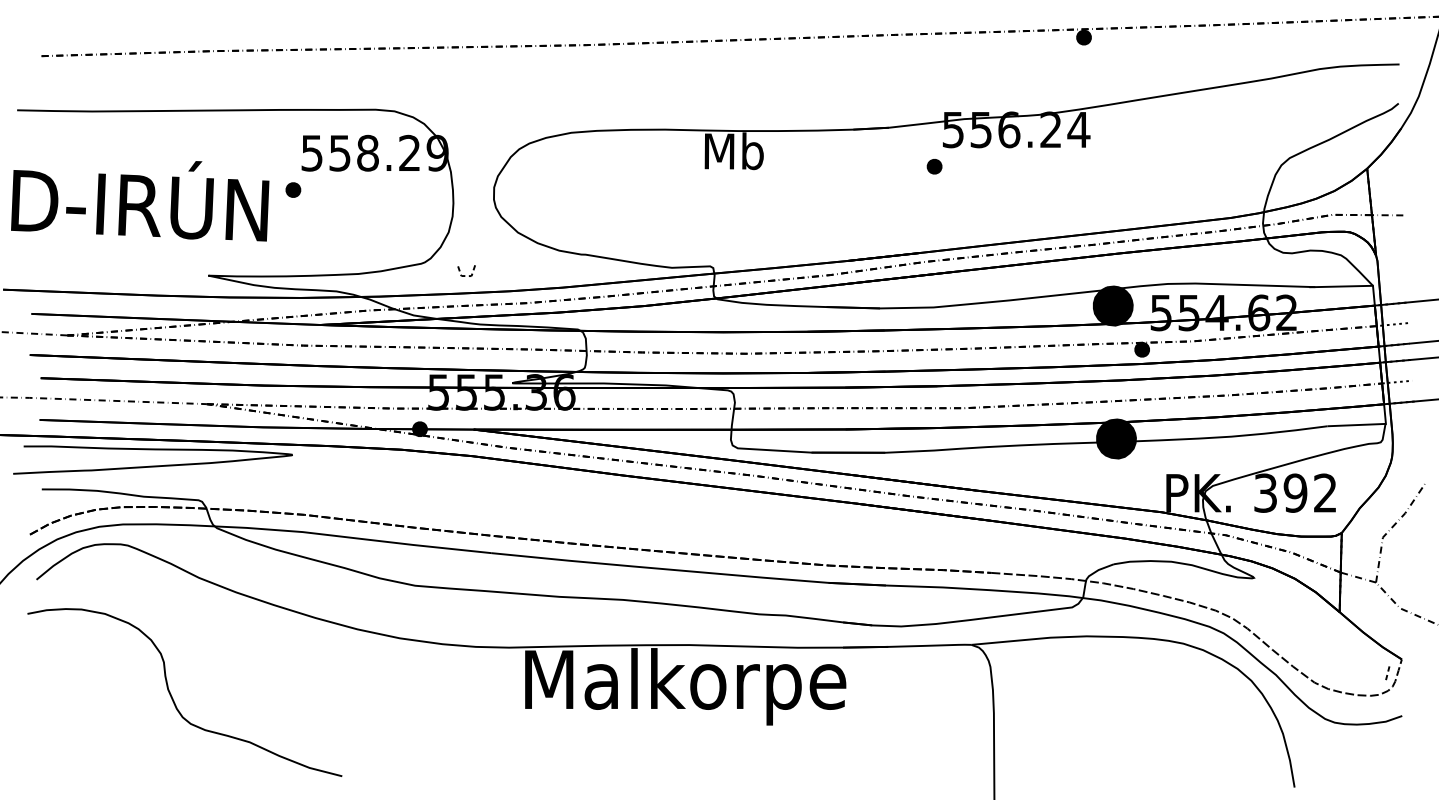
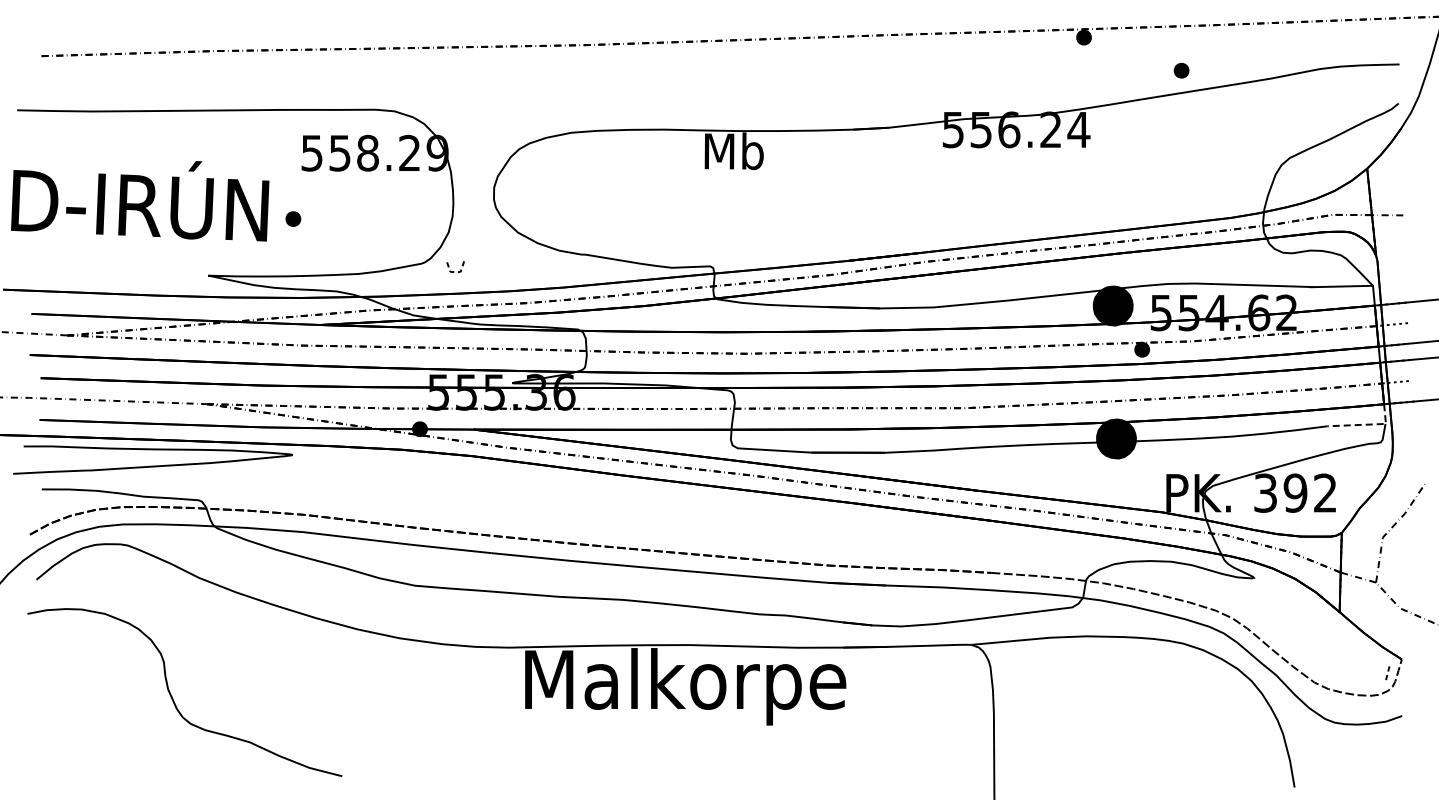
part at (934, 166) position: (934, 166) -> (1181, 70)
part at (293, 189) position: (293, 189) -> (293, 218)
line at (465, 275) position: (465, 275) -> (454, 271)
line at (1367, 424): solid -> dashed
